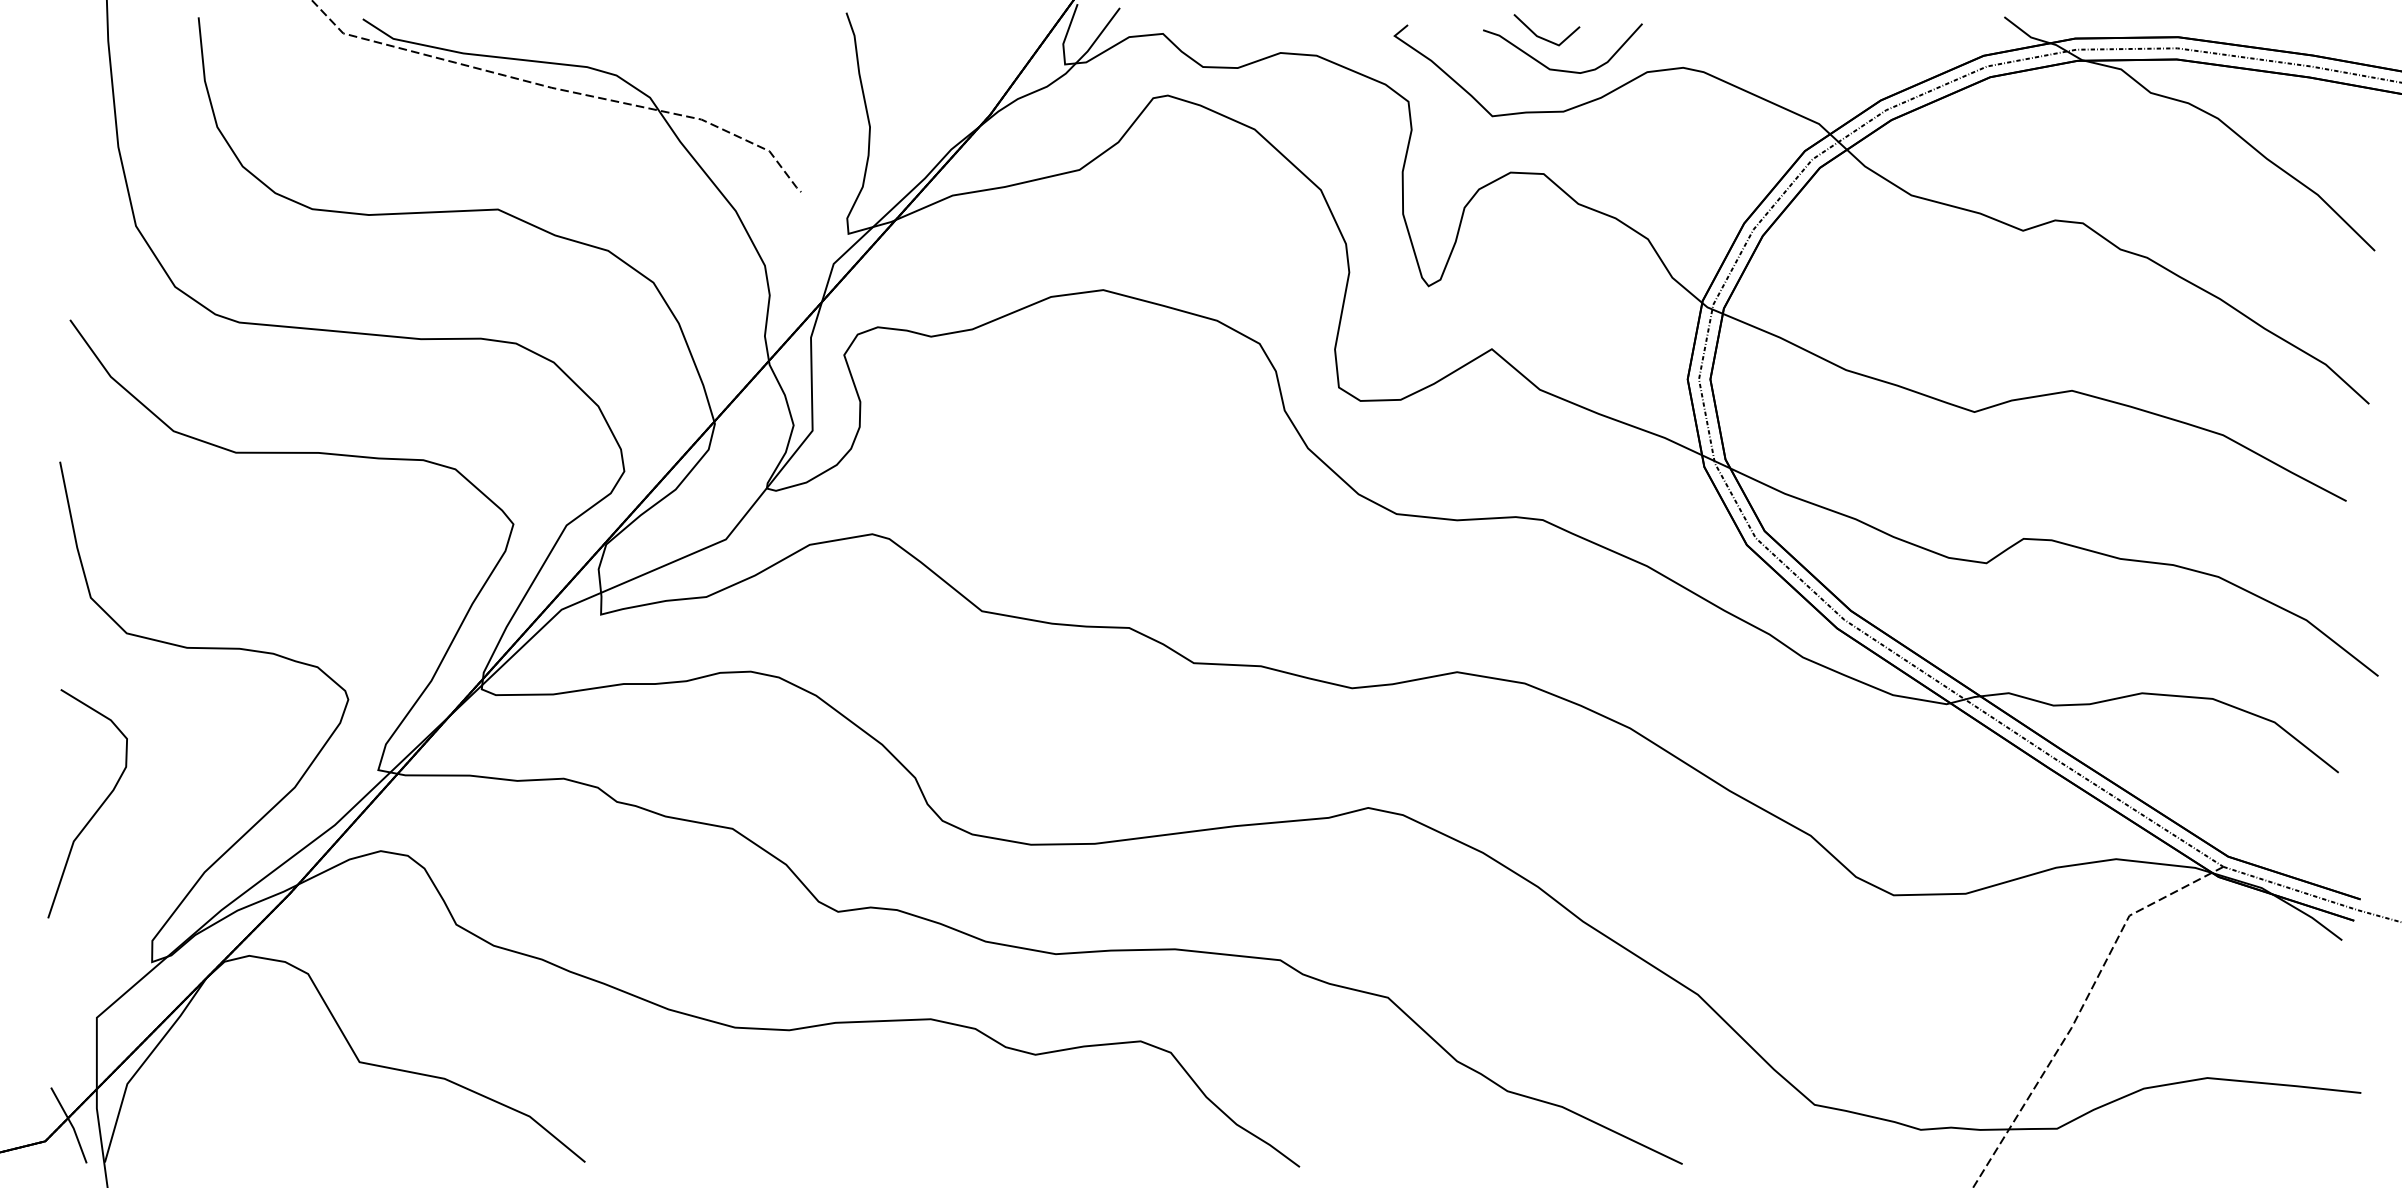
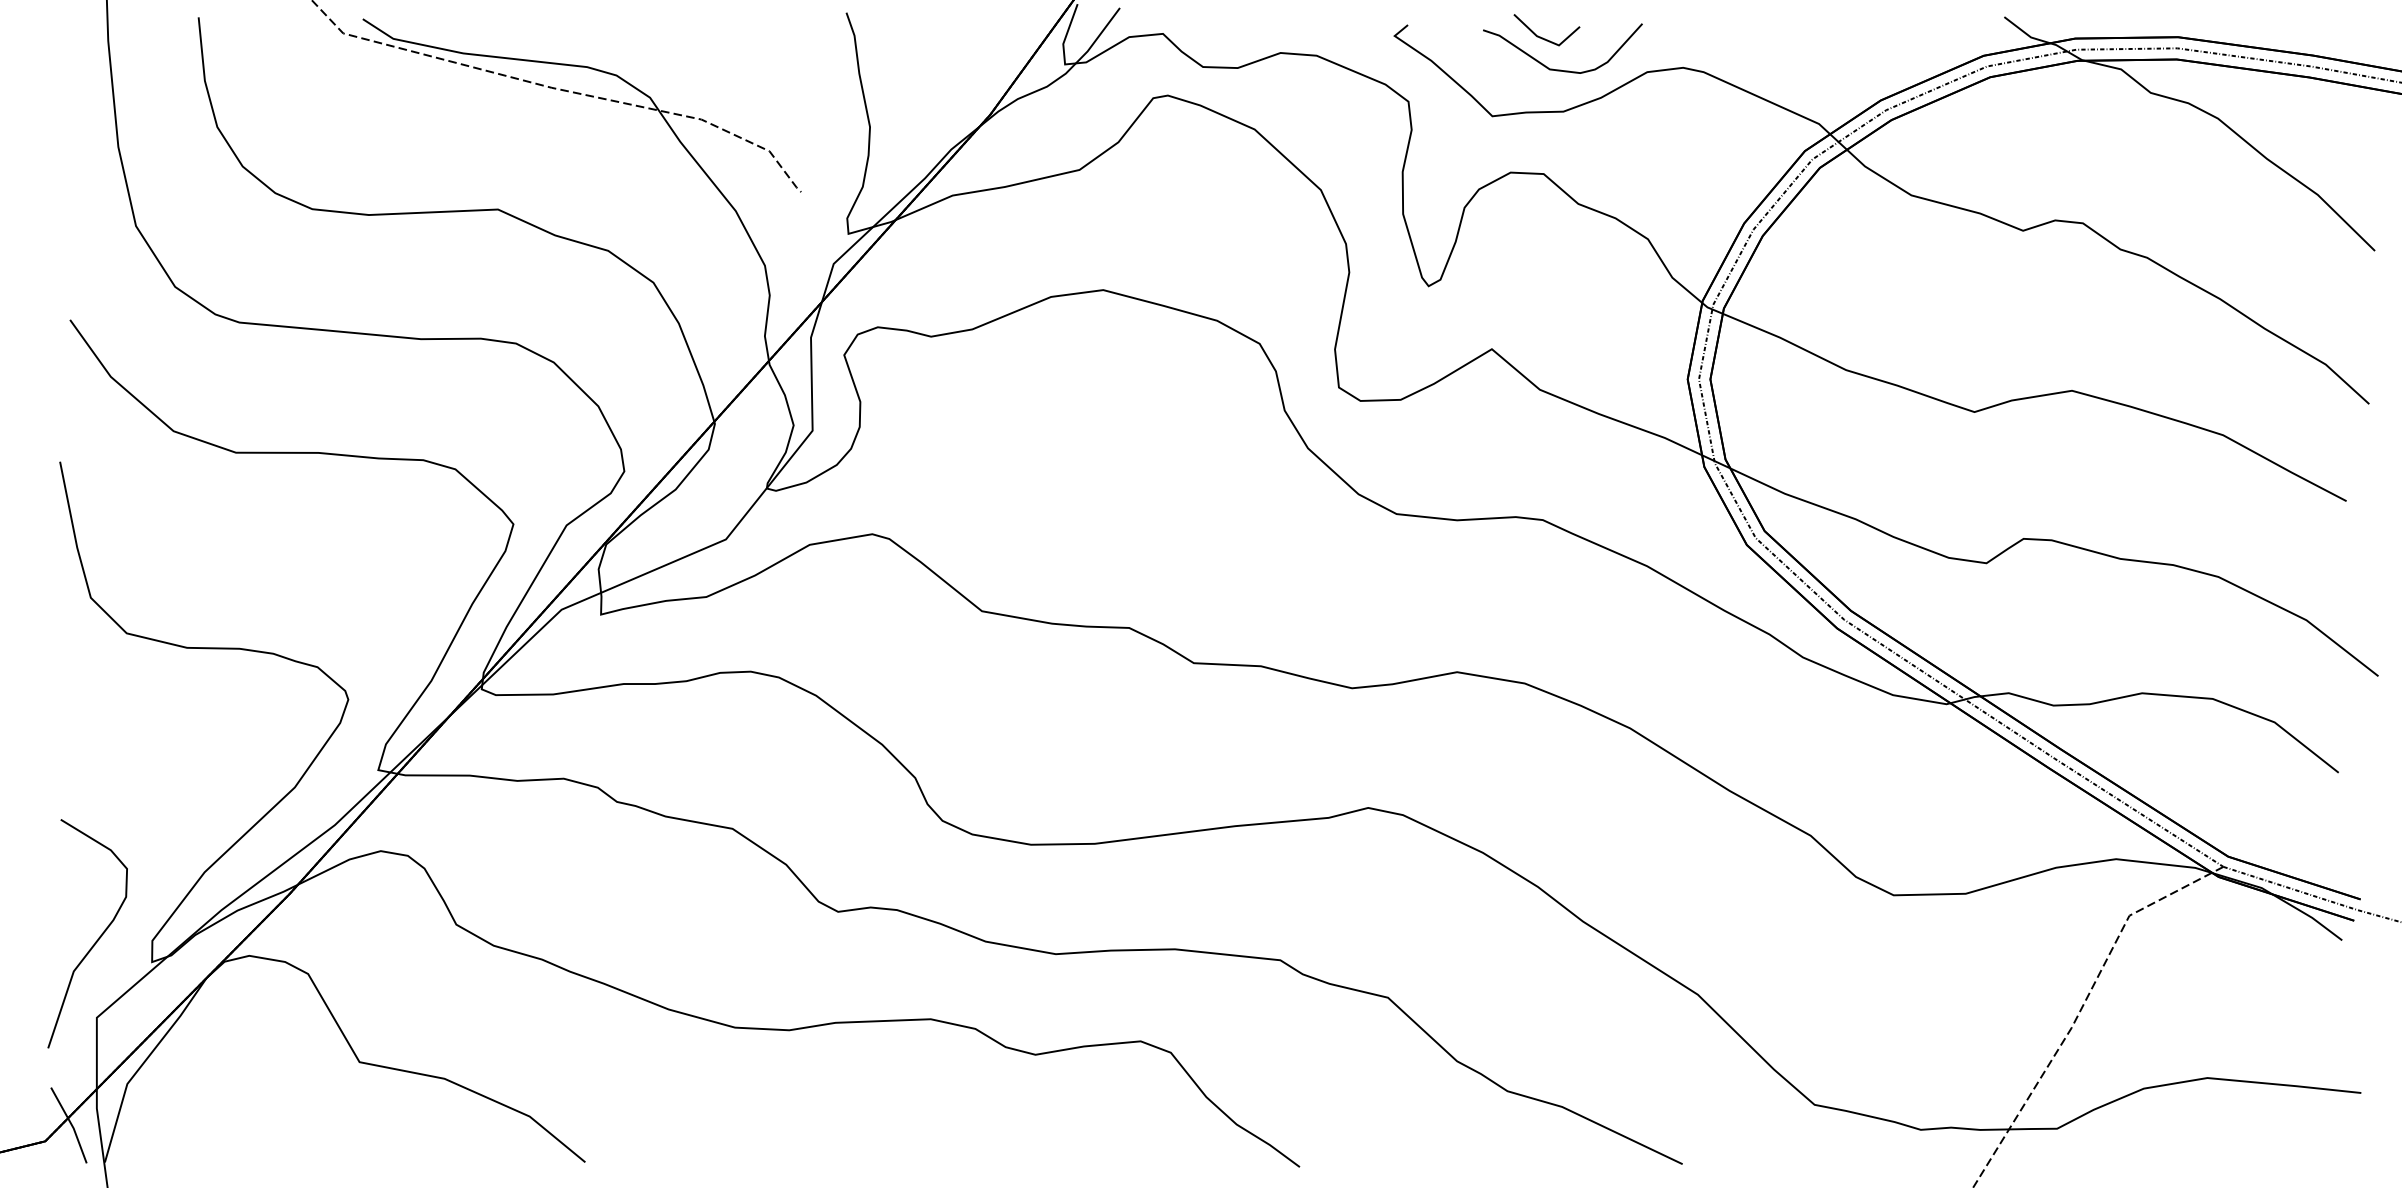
curve at (95, 811) position: (95, 811) -> (95, 941)
